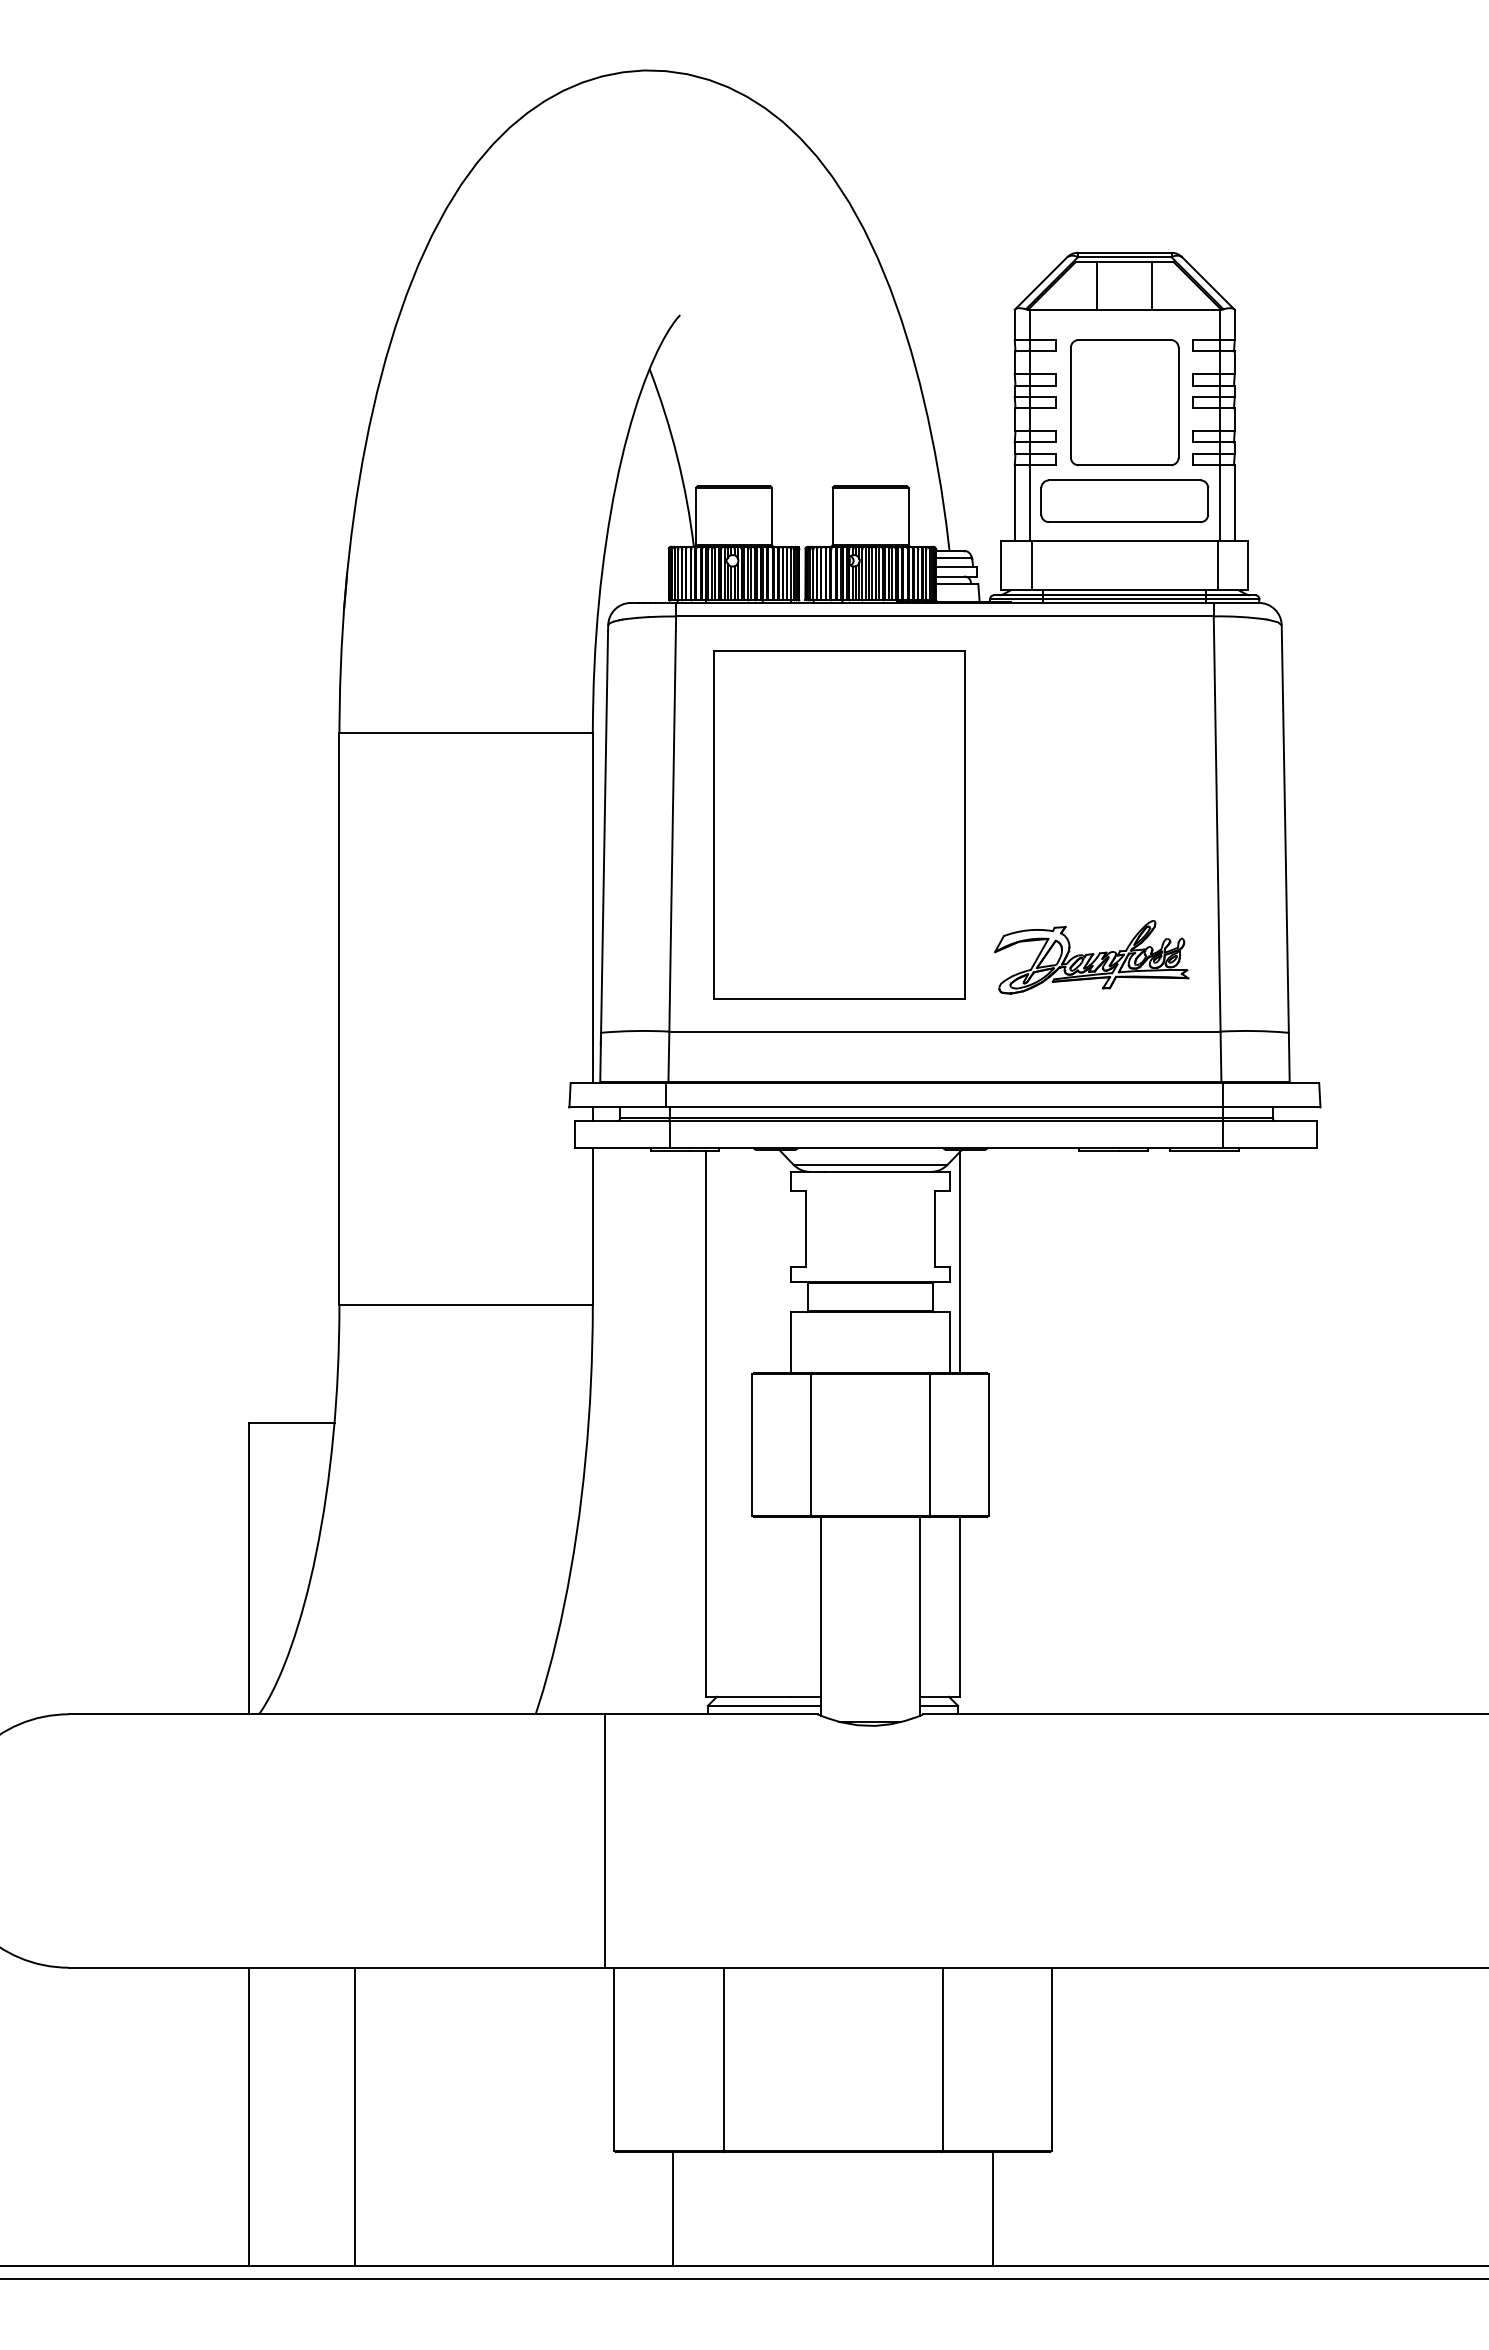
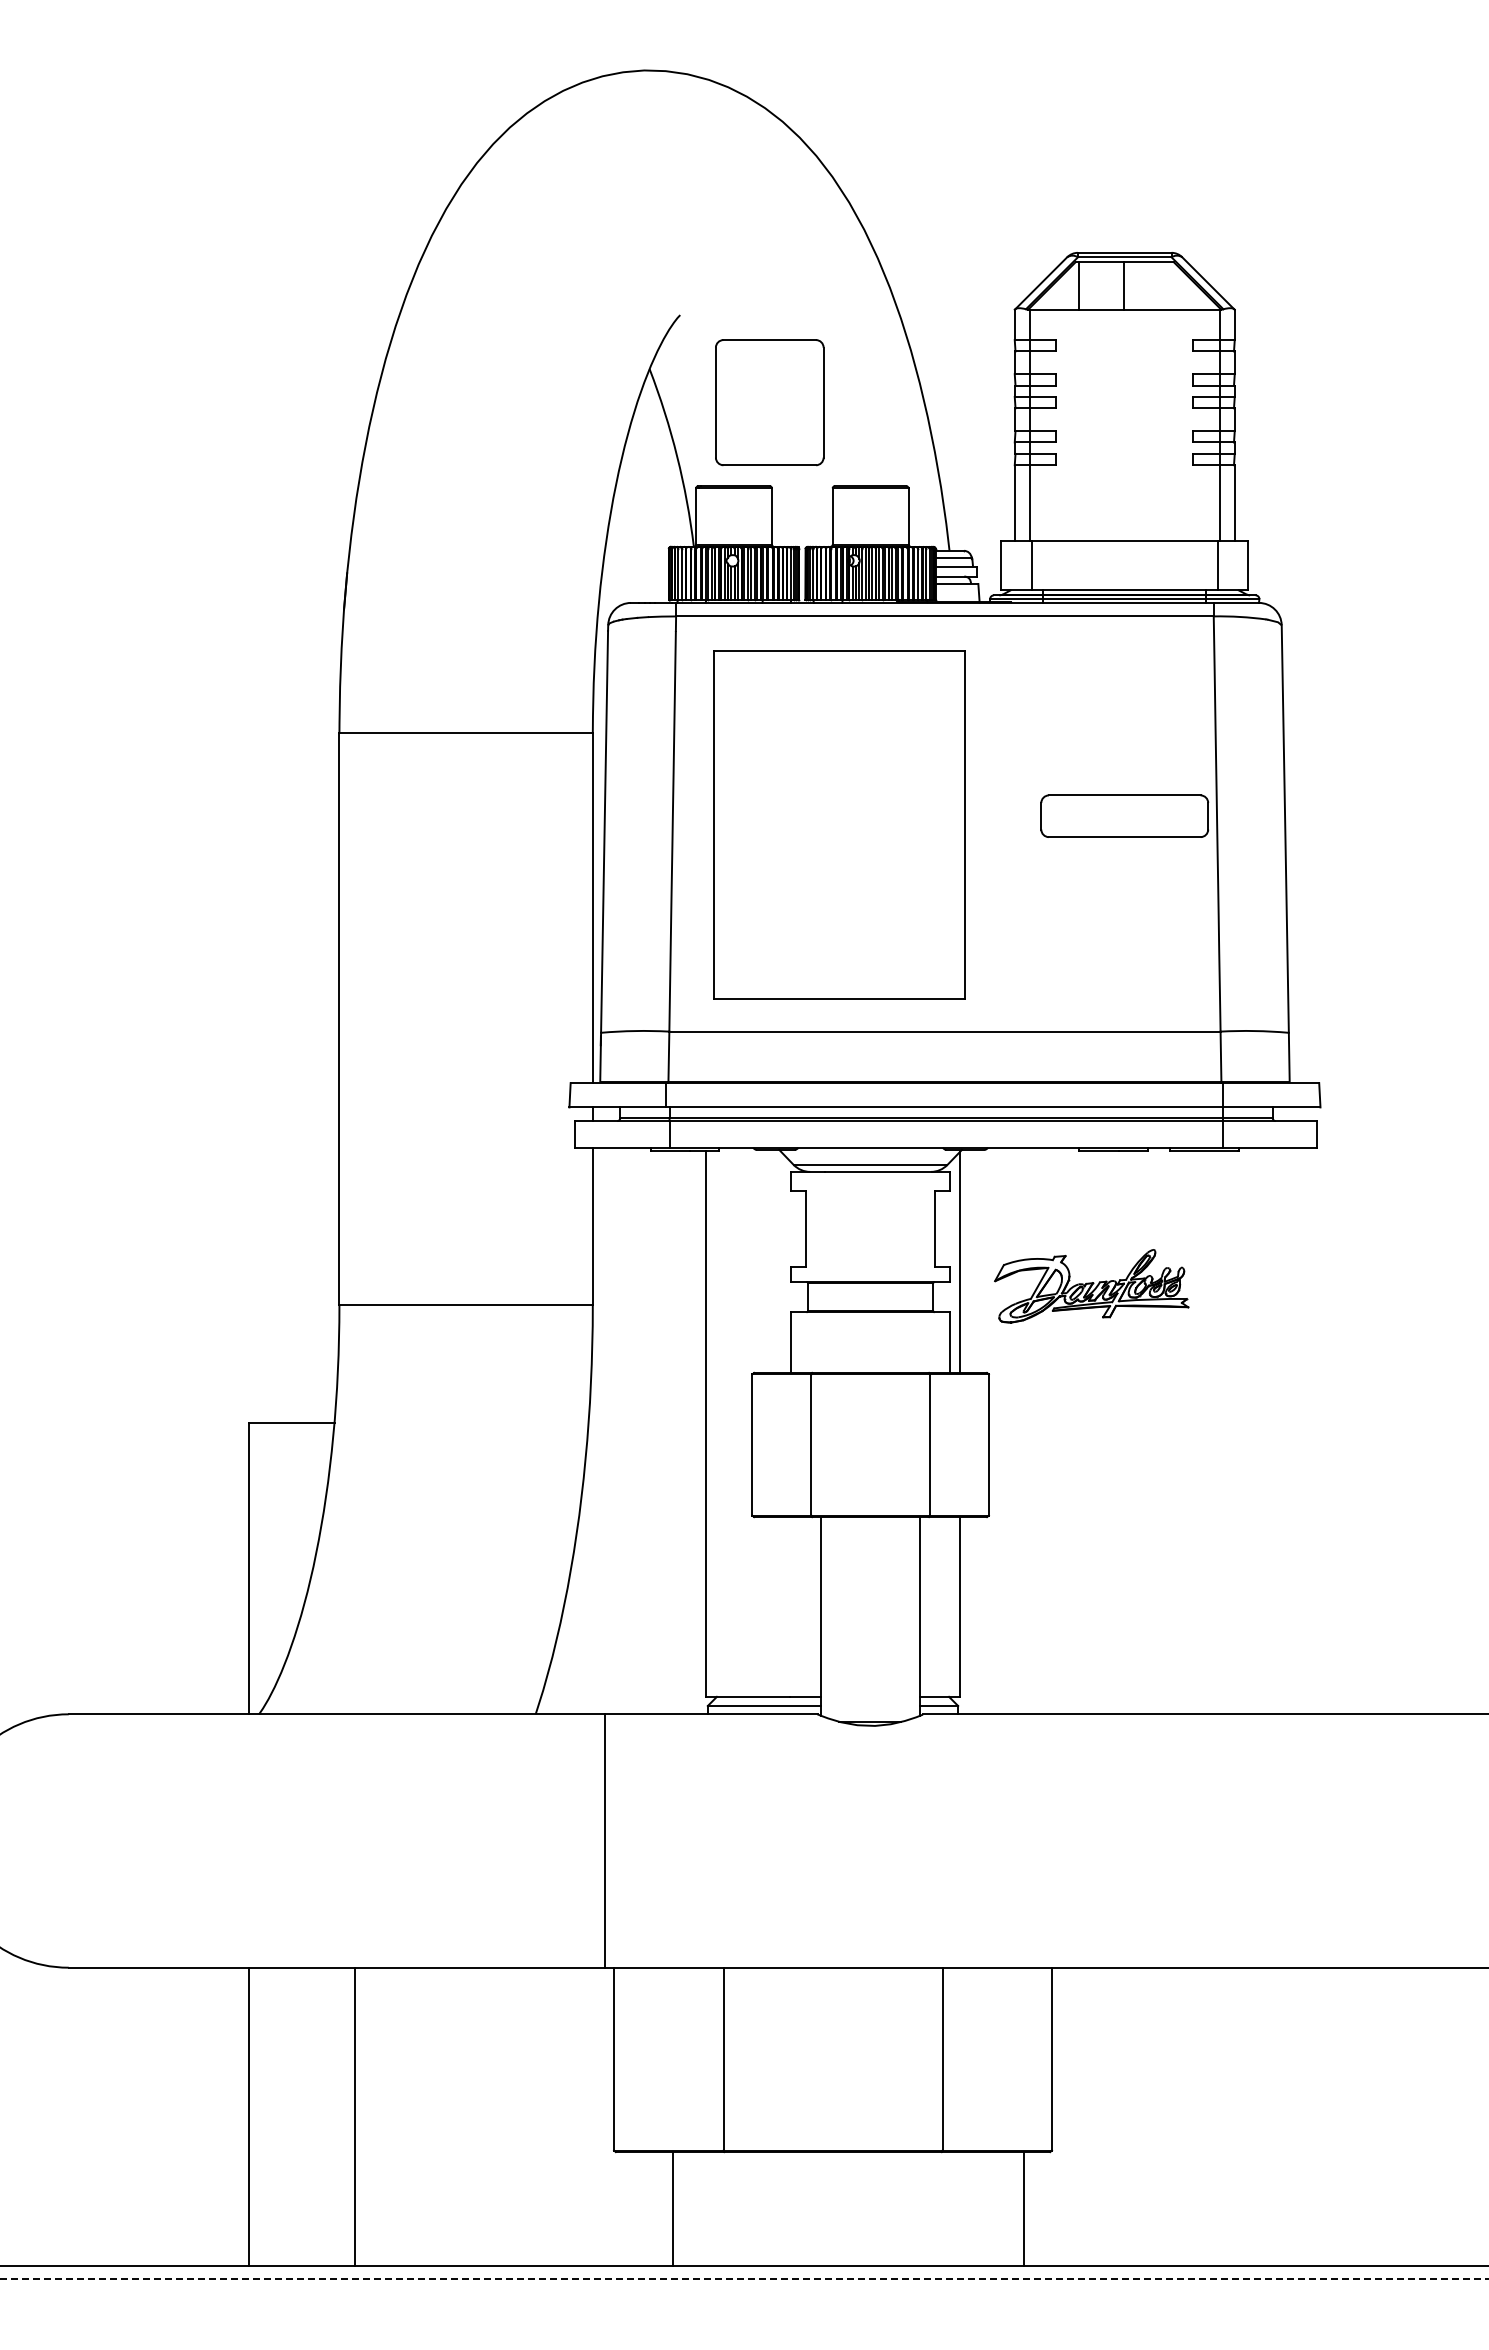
line at (1097, 285) position: (1097, 285) -> (1079, 285)
line at (1152, 285) position: (1152, 285) -> (1124, 285)
part at (1124, 402) position: (1124, 402) -> (769, 402)
part at (1124, 500) position: (1124, 500) -> (1124, 815)
part at (1091, 957) position: (1091, 957) -> (1091, 1286)
line at (993, 2208) position: (993, 2208) -> (1024, 2208)
line at (744, 2279): solid -> dashed
